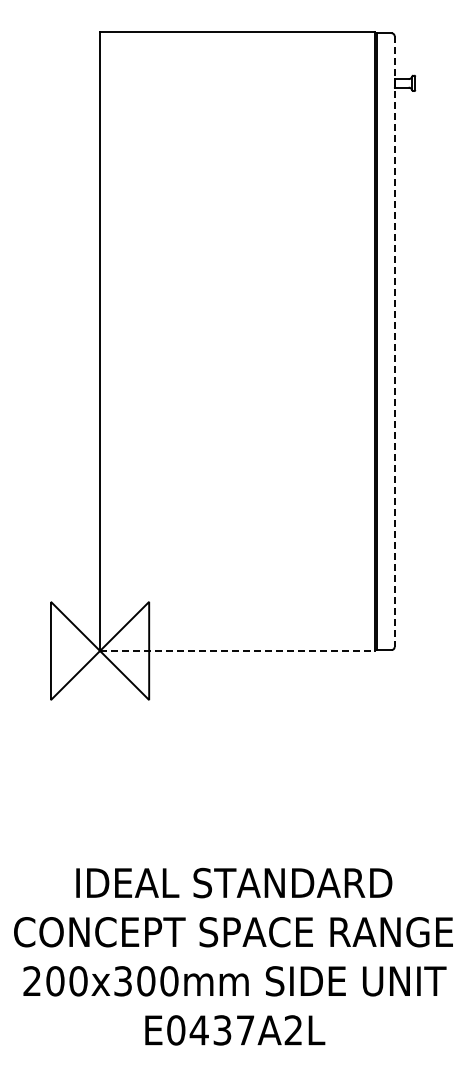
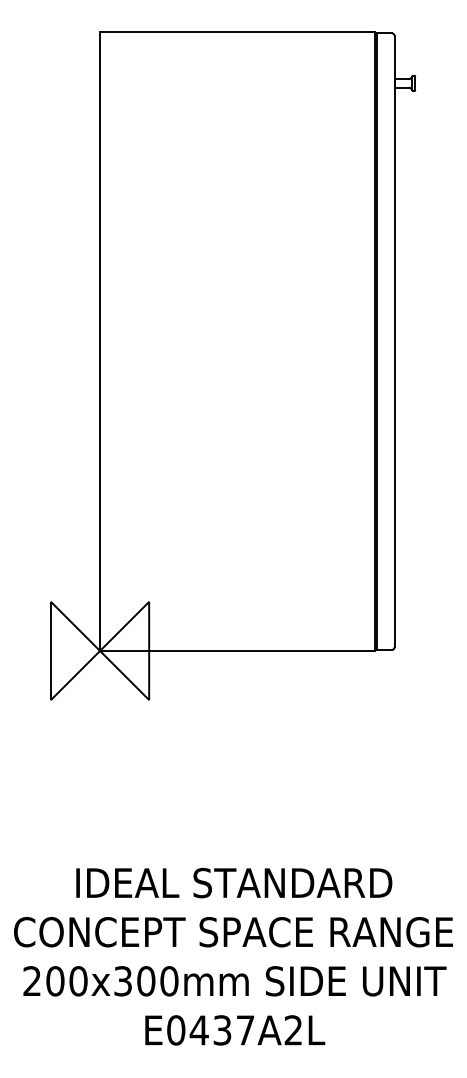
line at (394, 342): dashed -> solid
line at (238, 650): dashed -> solid
